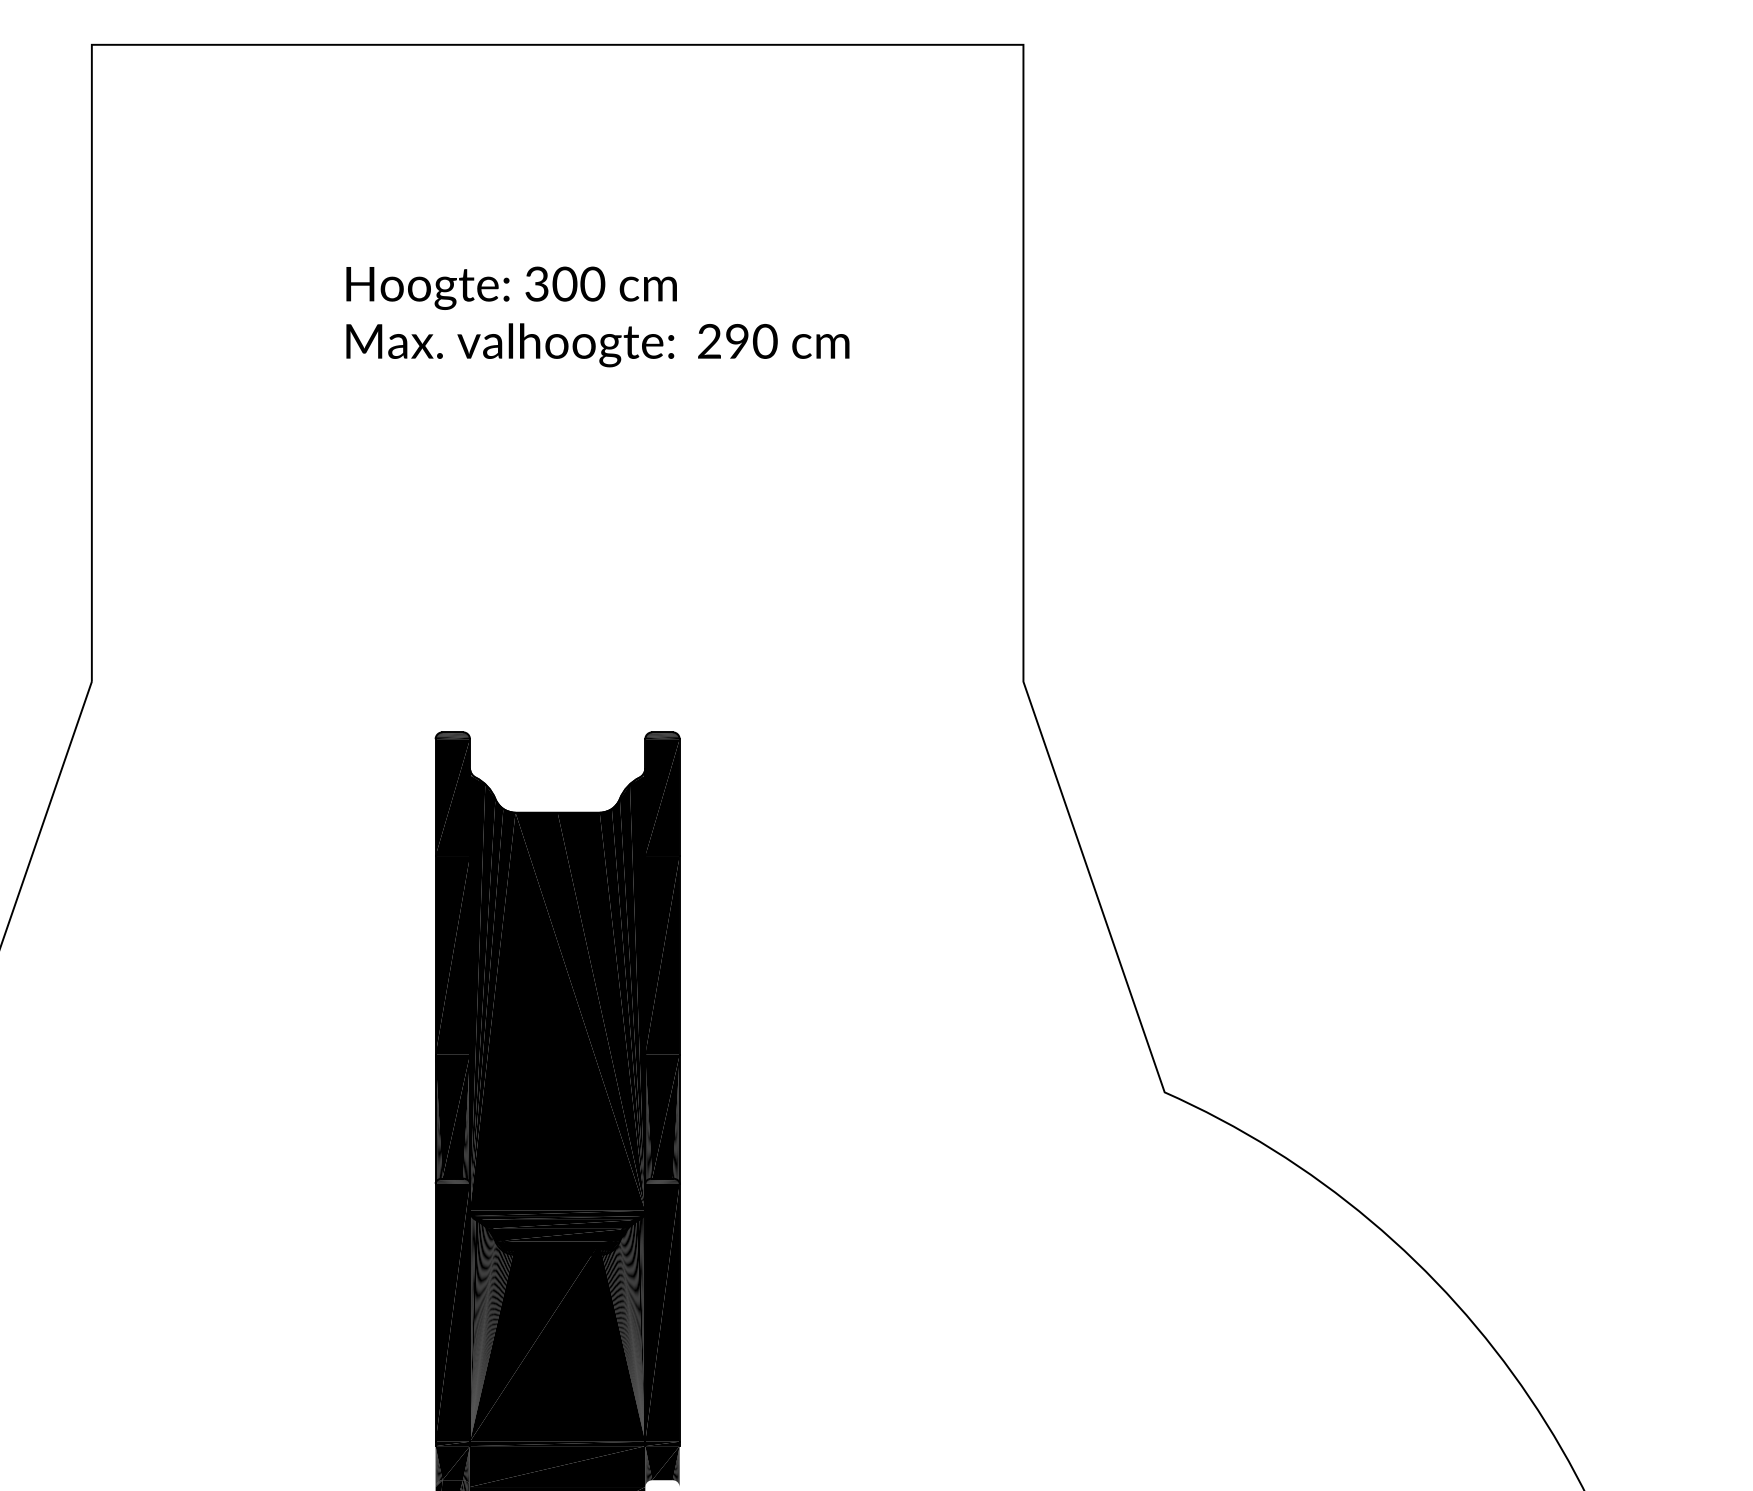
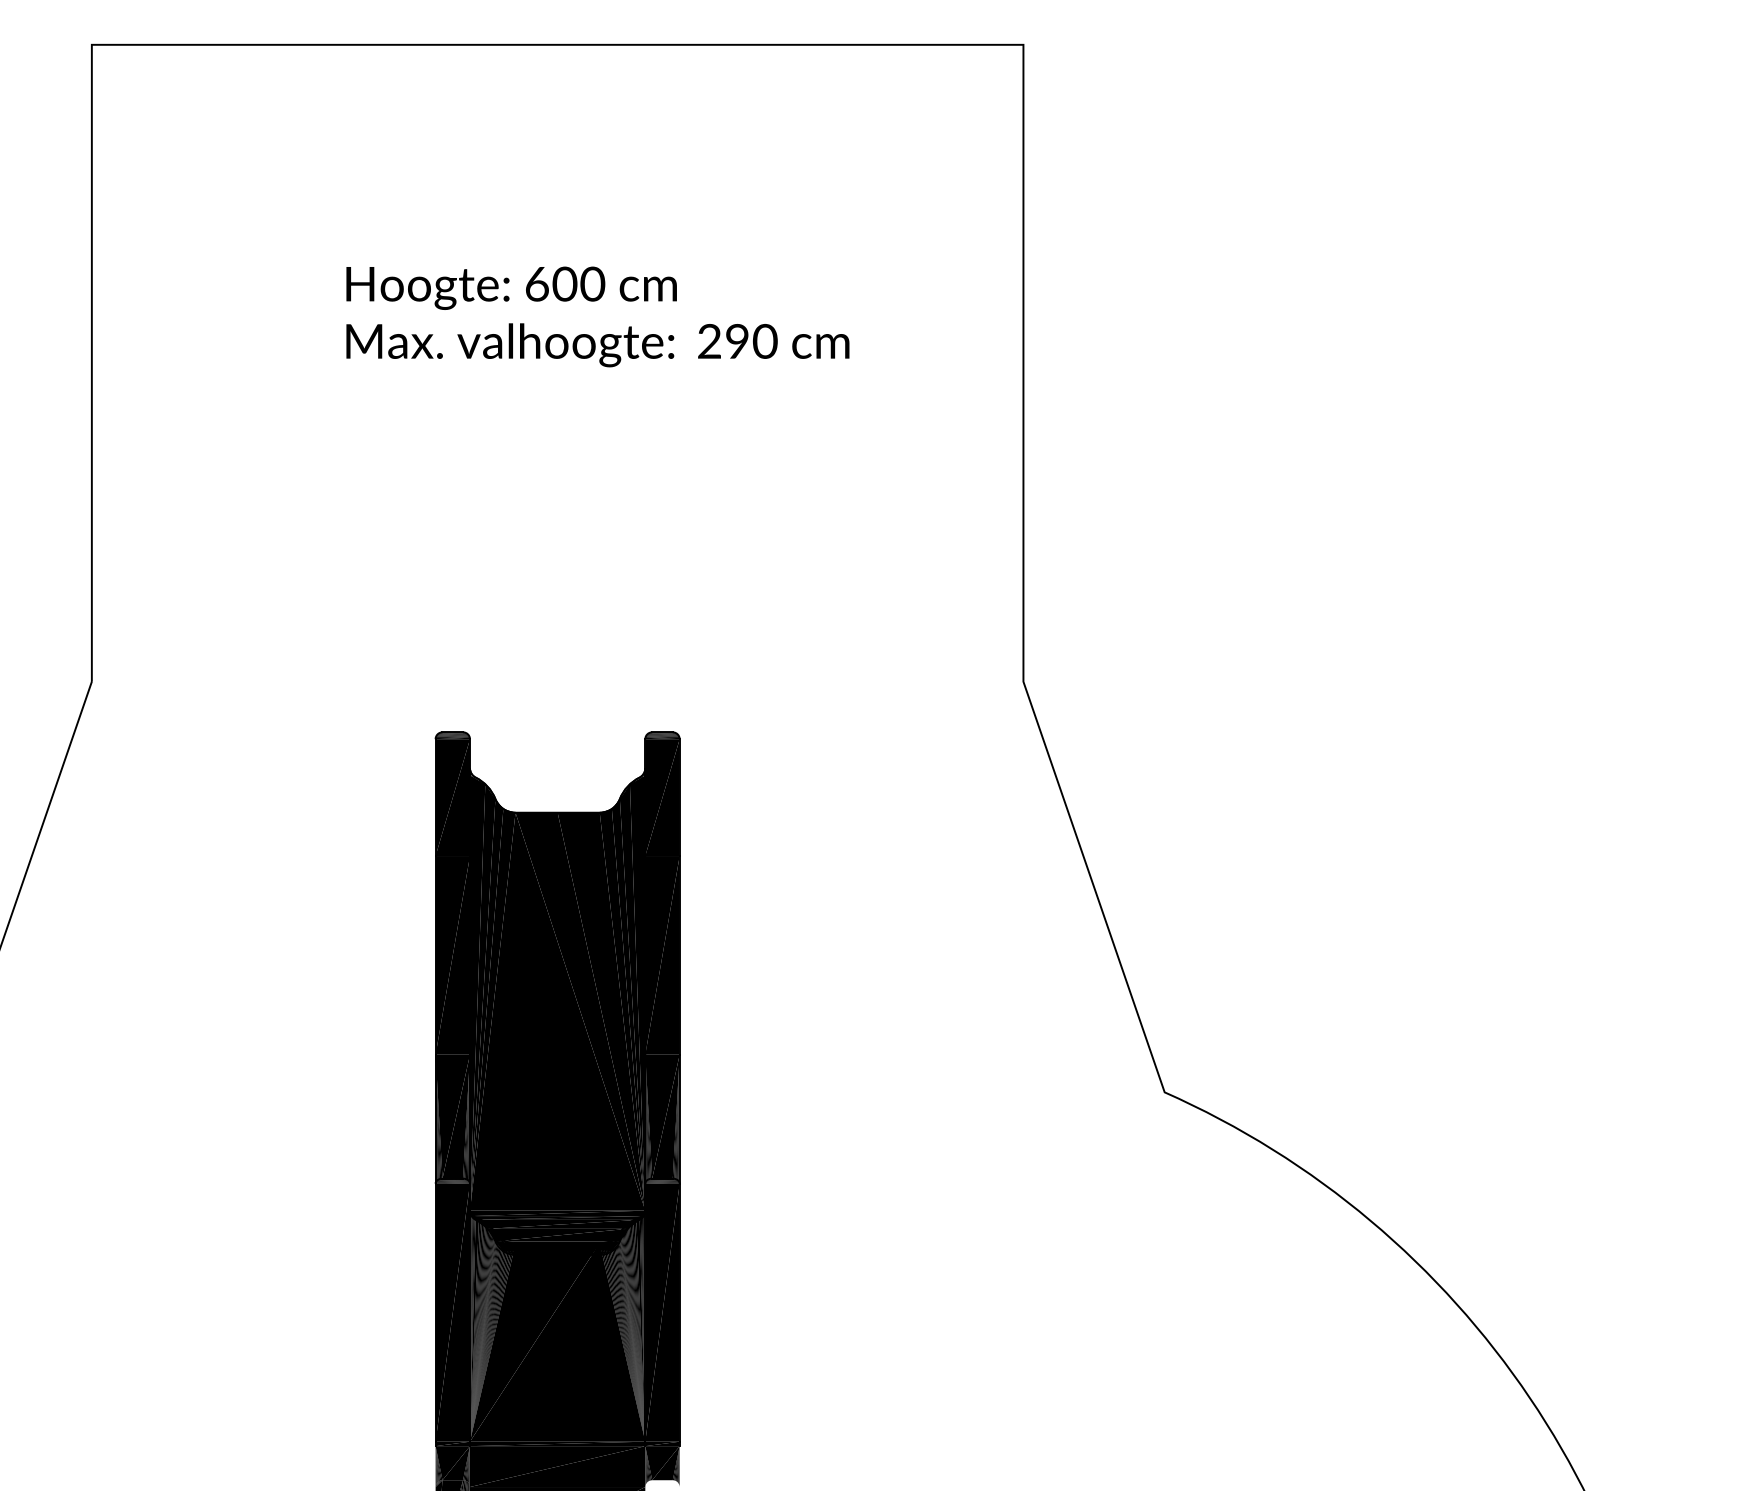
text at (536, 283): 300 -> 600
